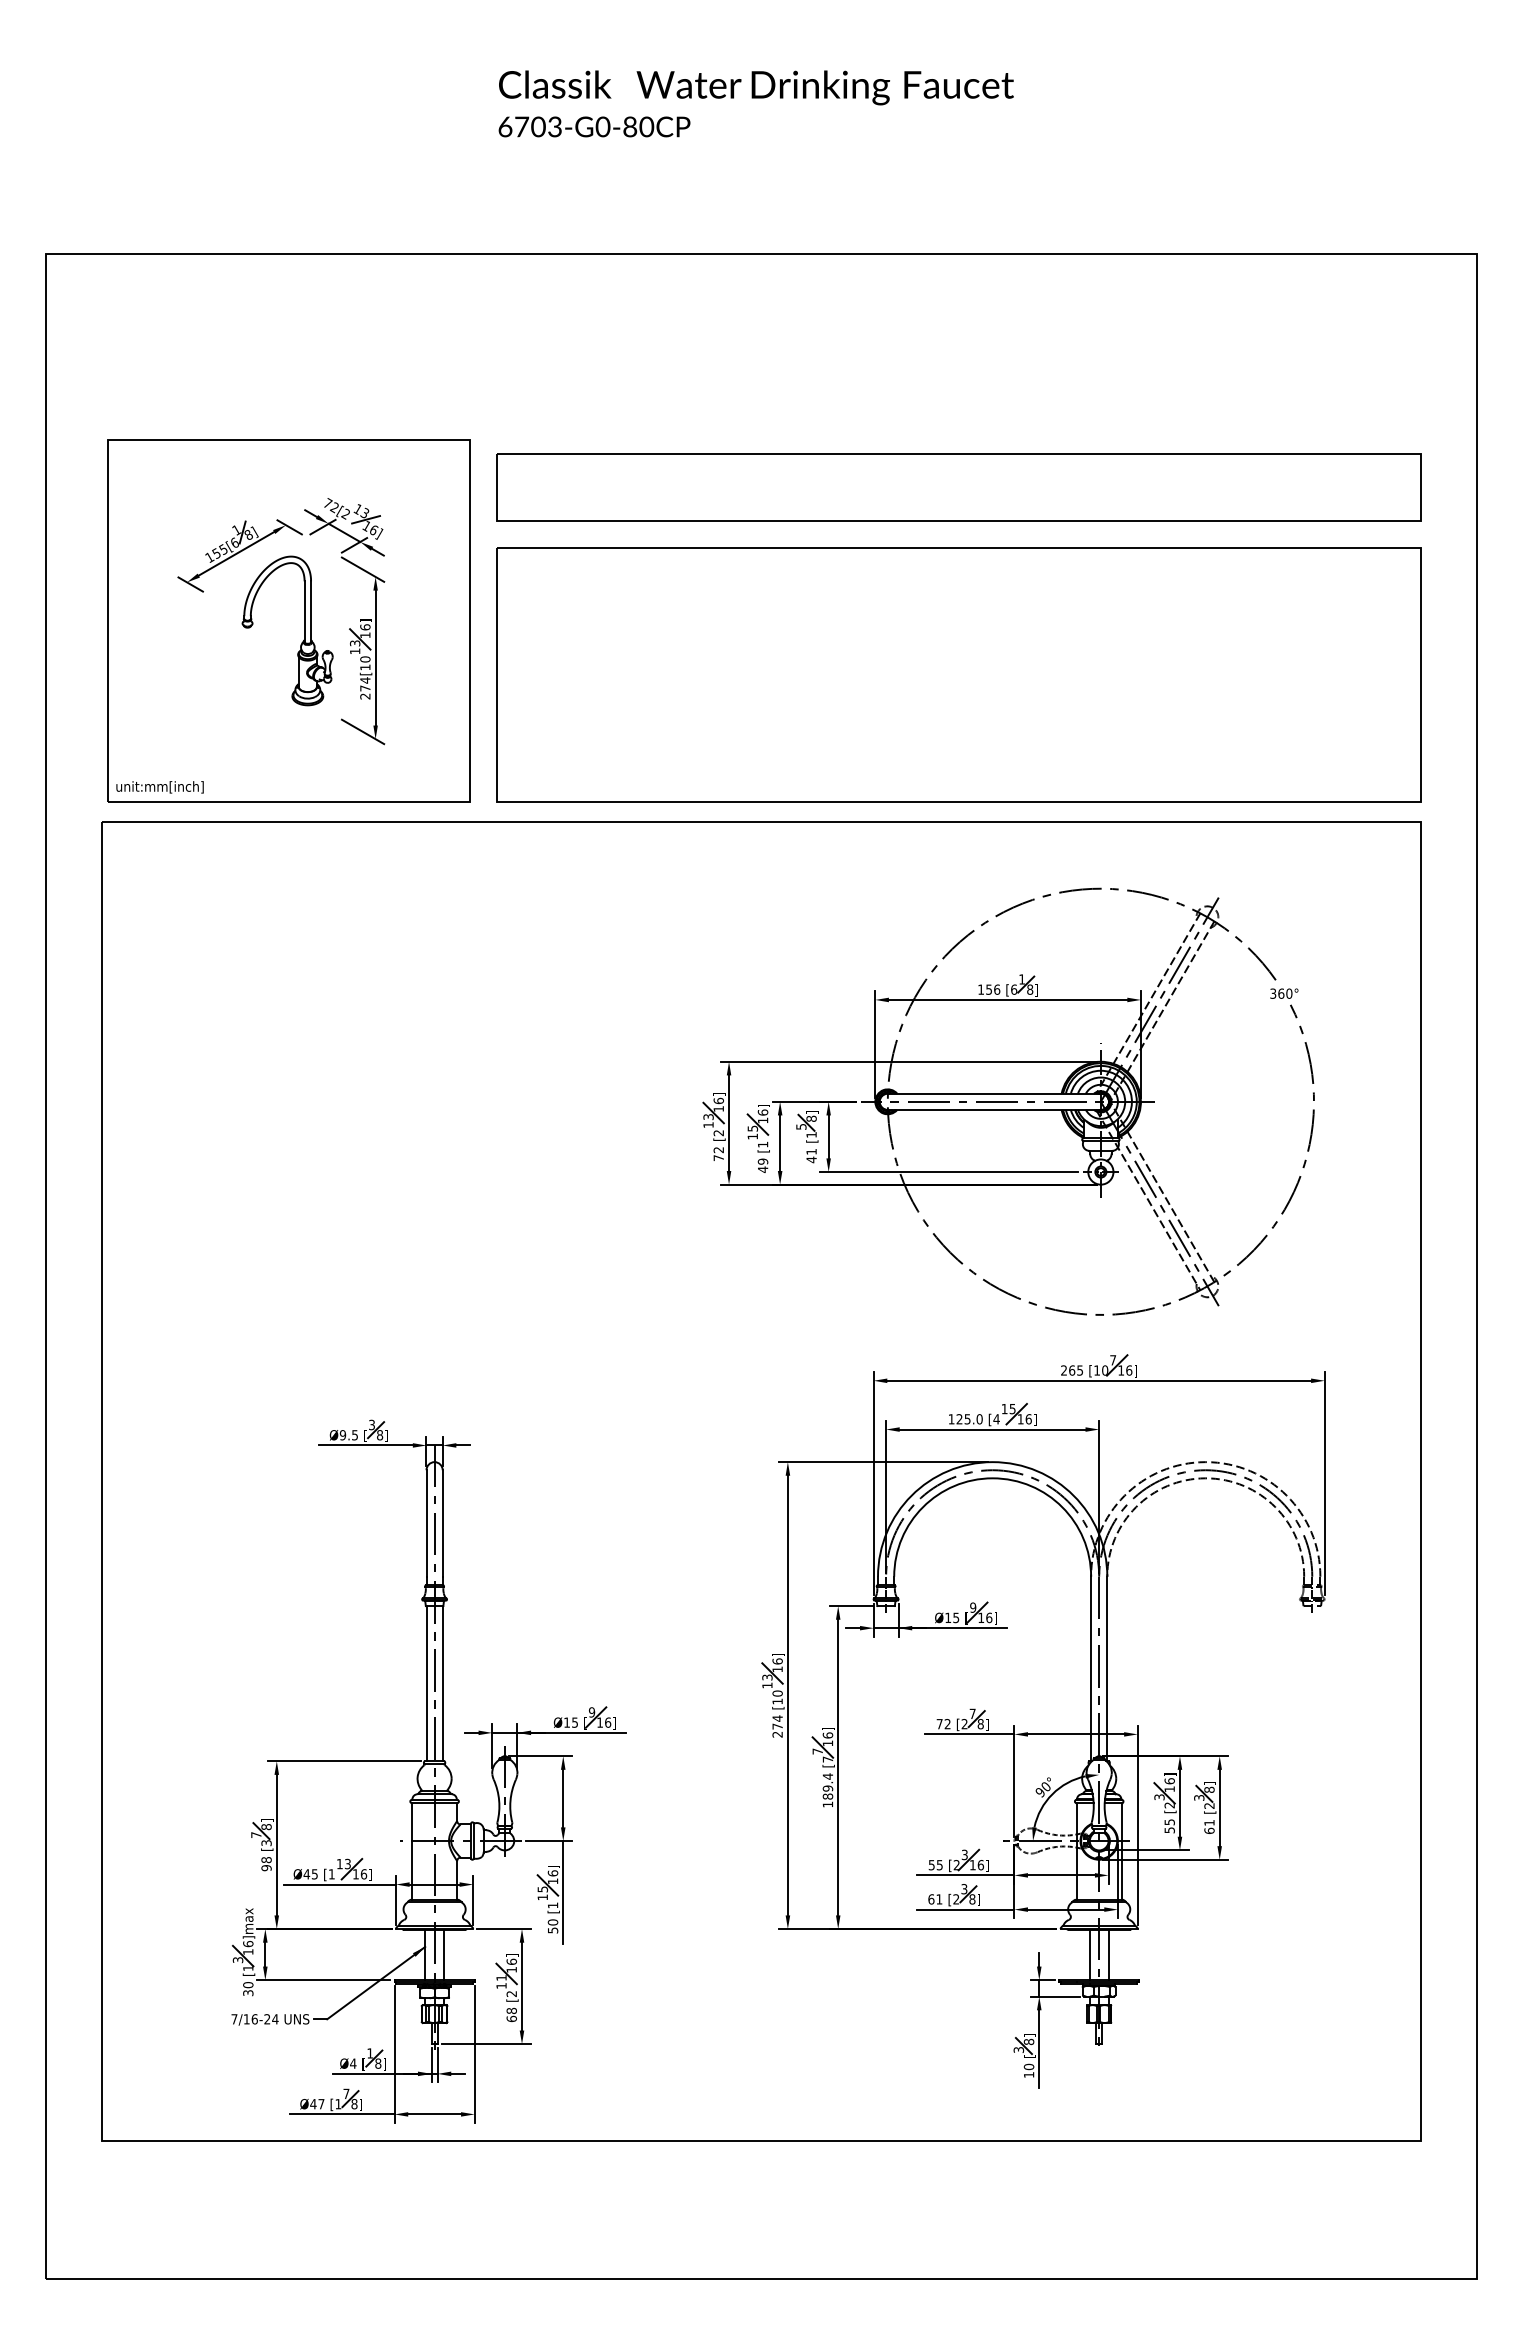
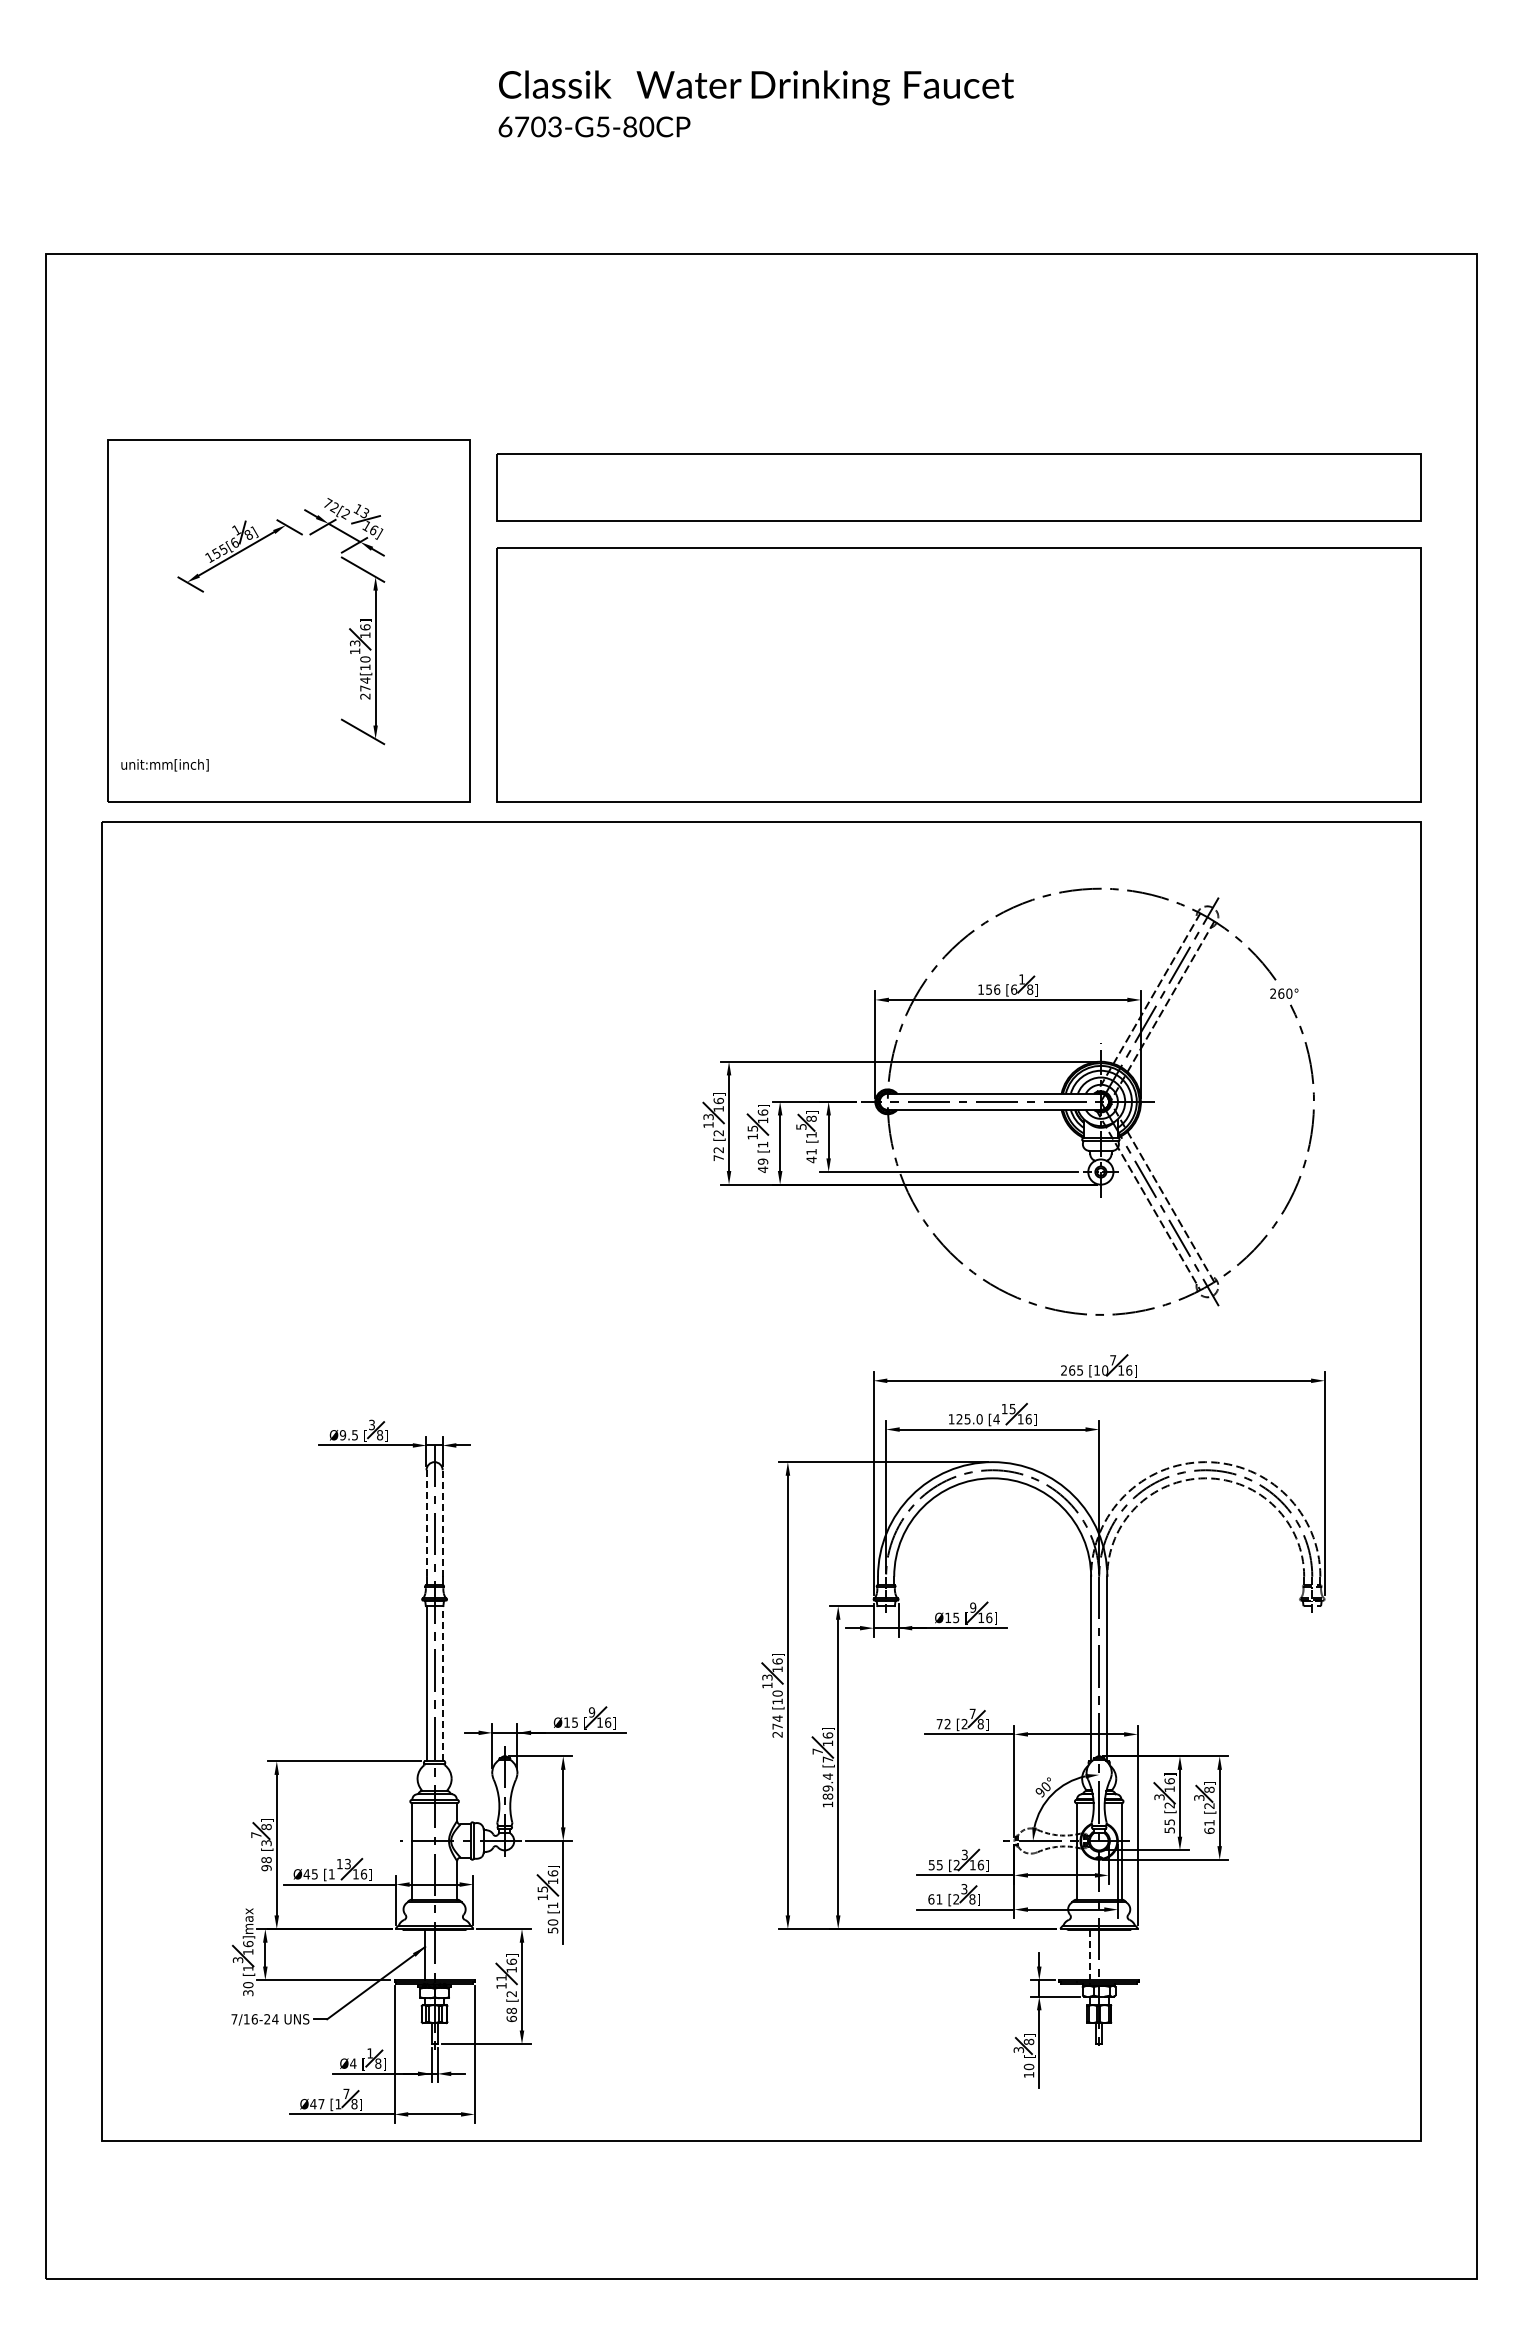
text at (602, 126): 6703-G0-80CP -> 6703-G5-80CP
part at (304, 630): present -> none
text at (159, 787) position: (159, 787) -> (164, 765)
text at (1273, 993): 360° -> 260°
line at (442, 1523): solid -> dashed
line at (426, 1524): solid -> dashed
line at (442, 1683): solid -> dashed
line at (443, 1954): present -> none
line at (1108, 1954): present -> none
line at (1089, 1955): solid -> dashed
